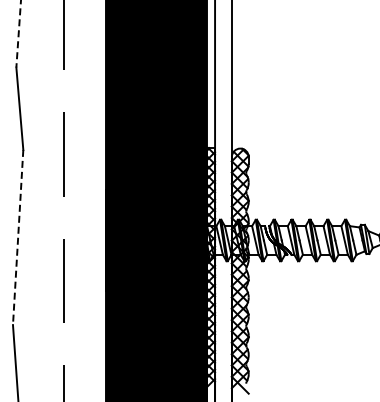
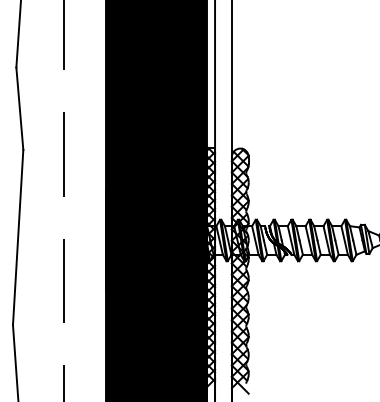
line at (18, 33): dashed -> solid
line at (18, 237): dashed -> solid
